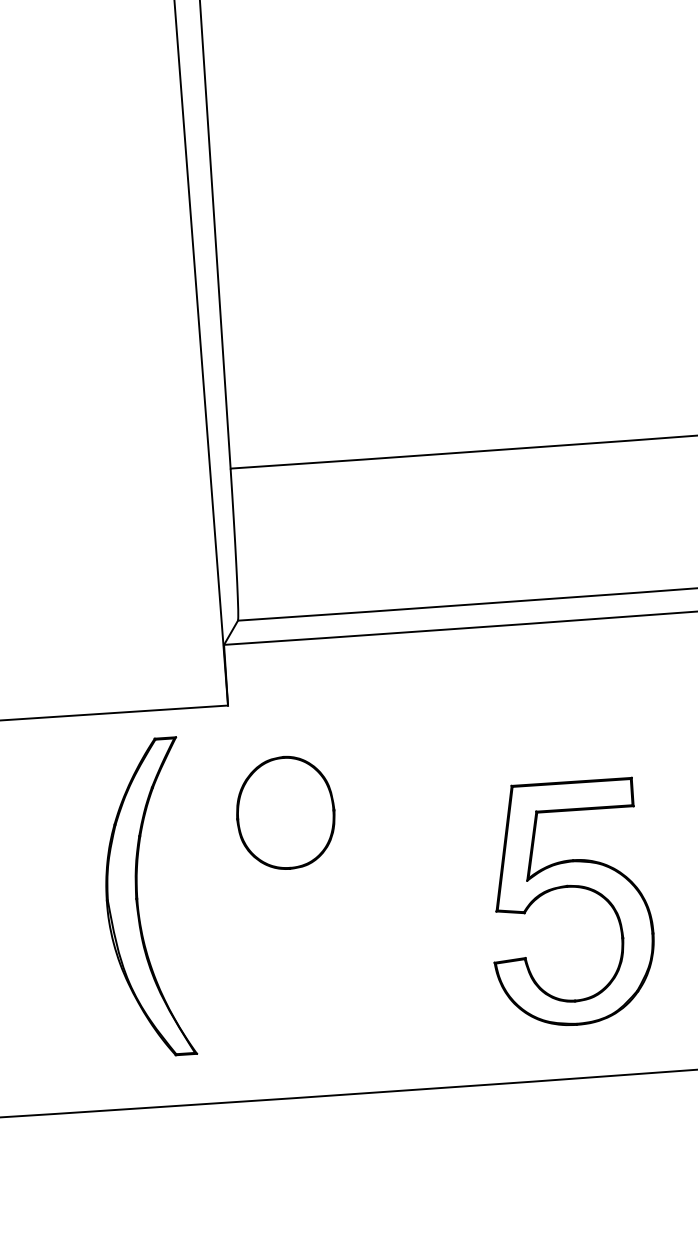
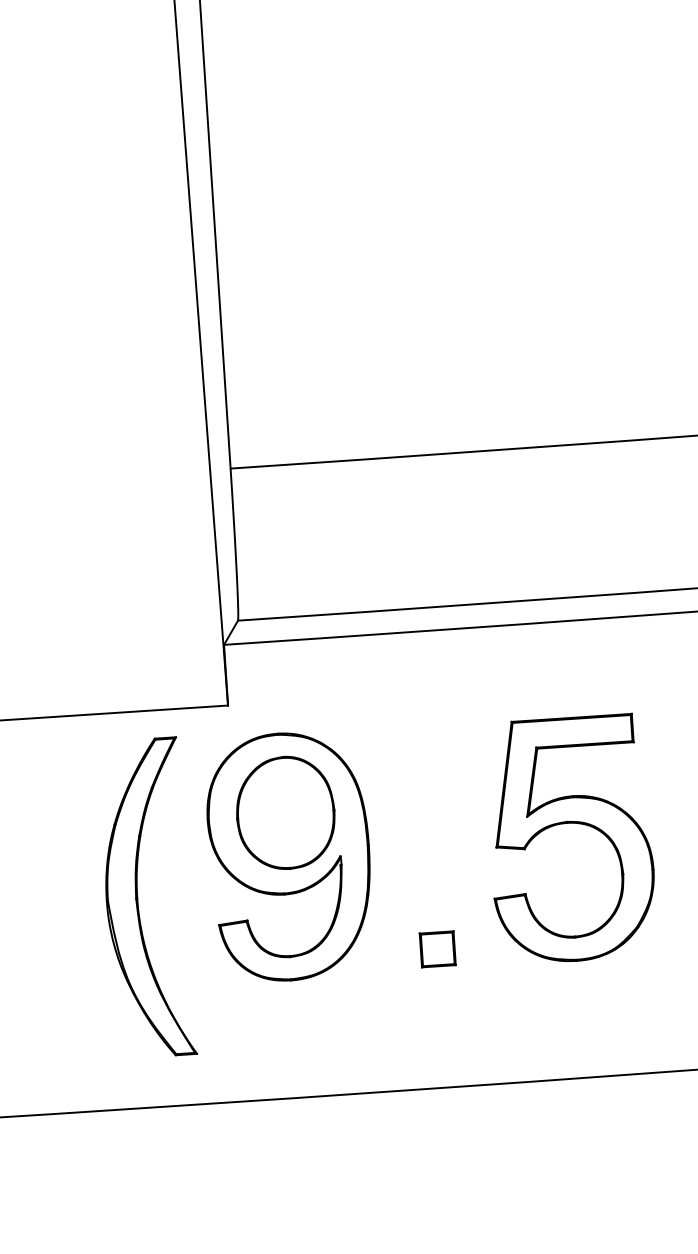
part at (288, 856): none -> present
part at (573, 887) position: (573, 887) -> (573, 823)
part at (437, 949): none -> present
